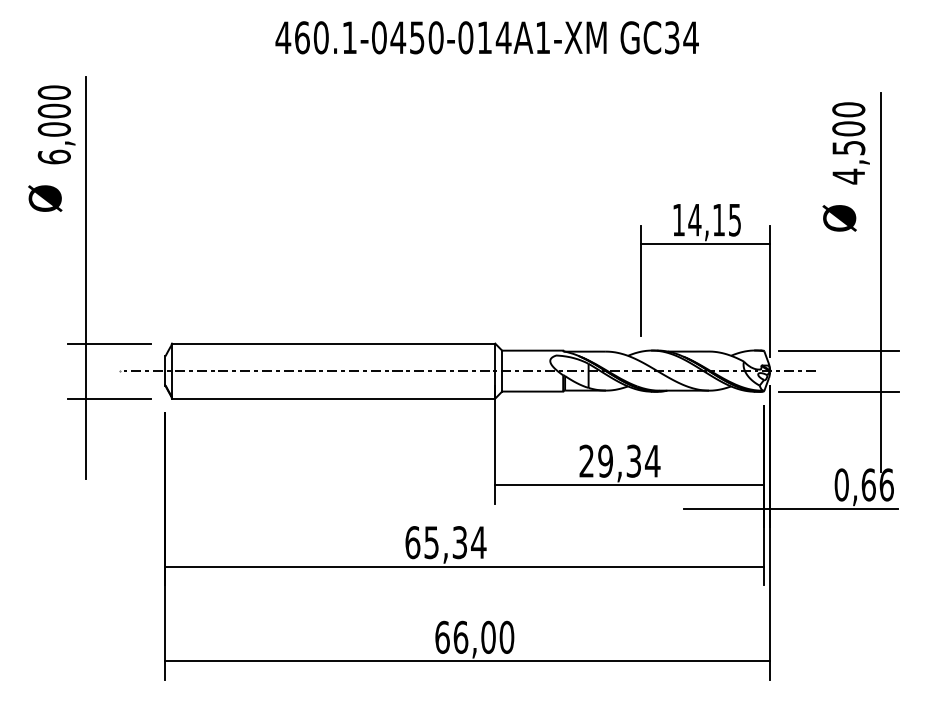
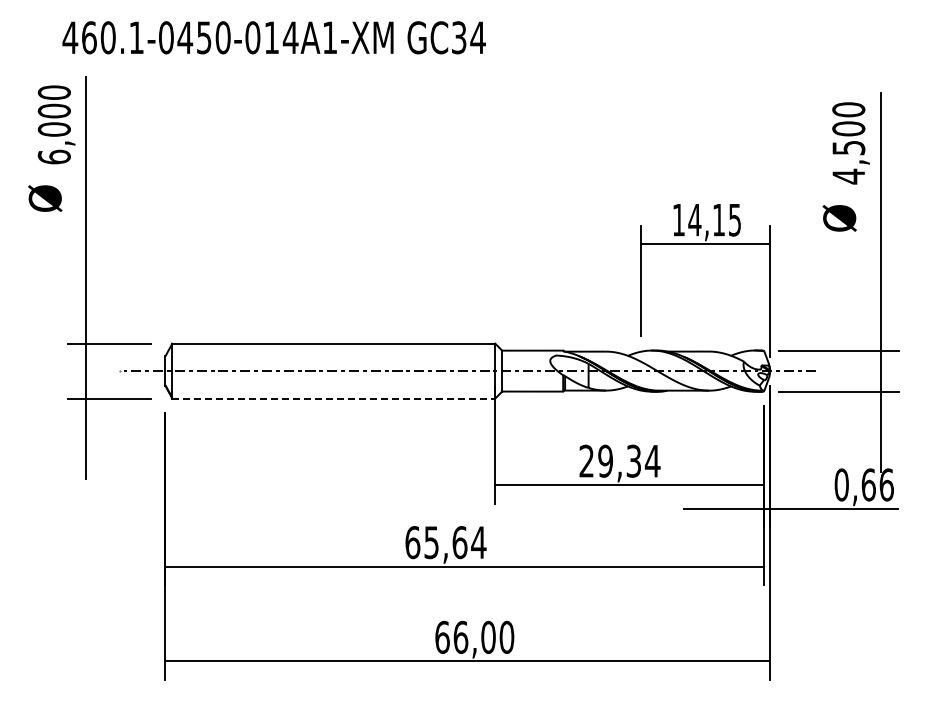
text at (486, 37) position: (486, 37) -> (273, 37)
line at (333, 398): solid -> dashed
text at (459, 542): 65,34 -> 65,64
